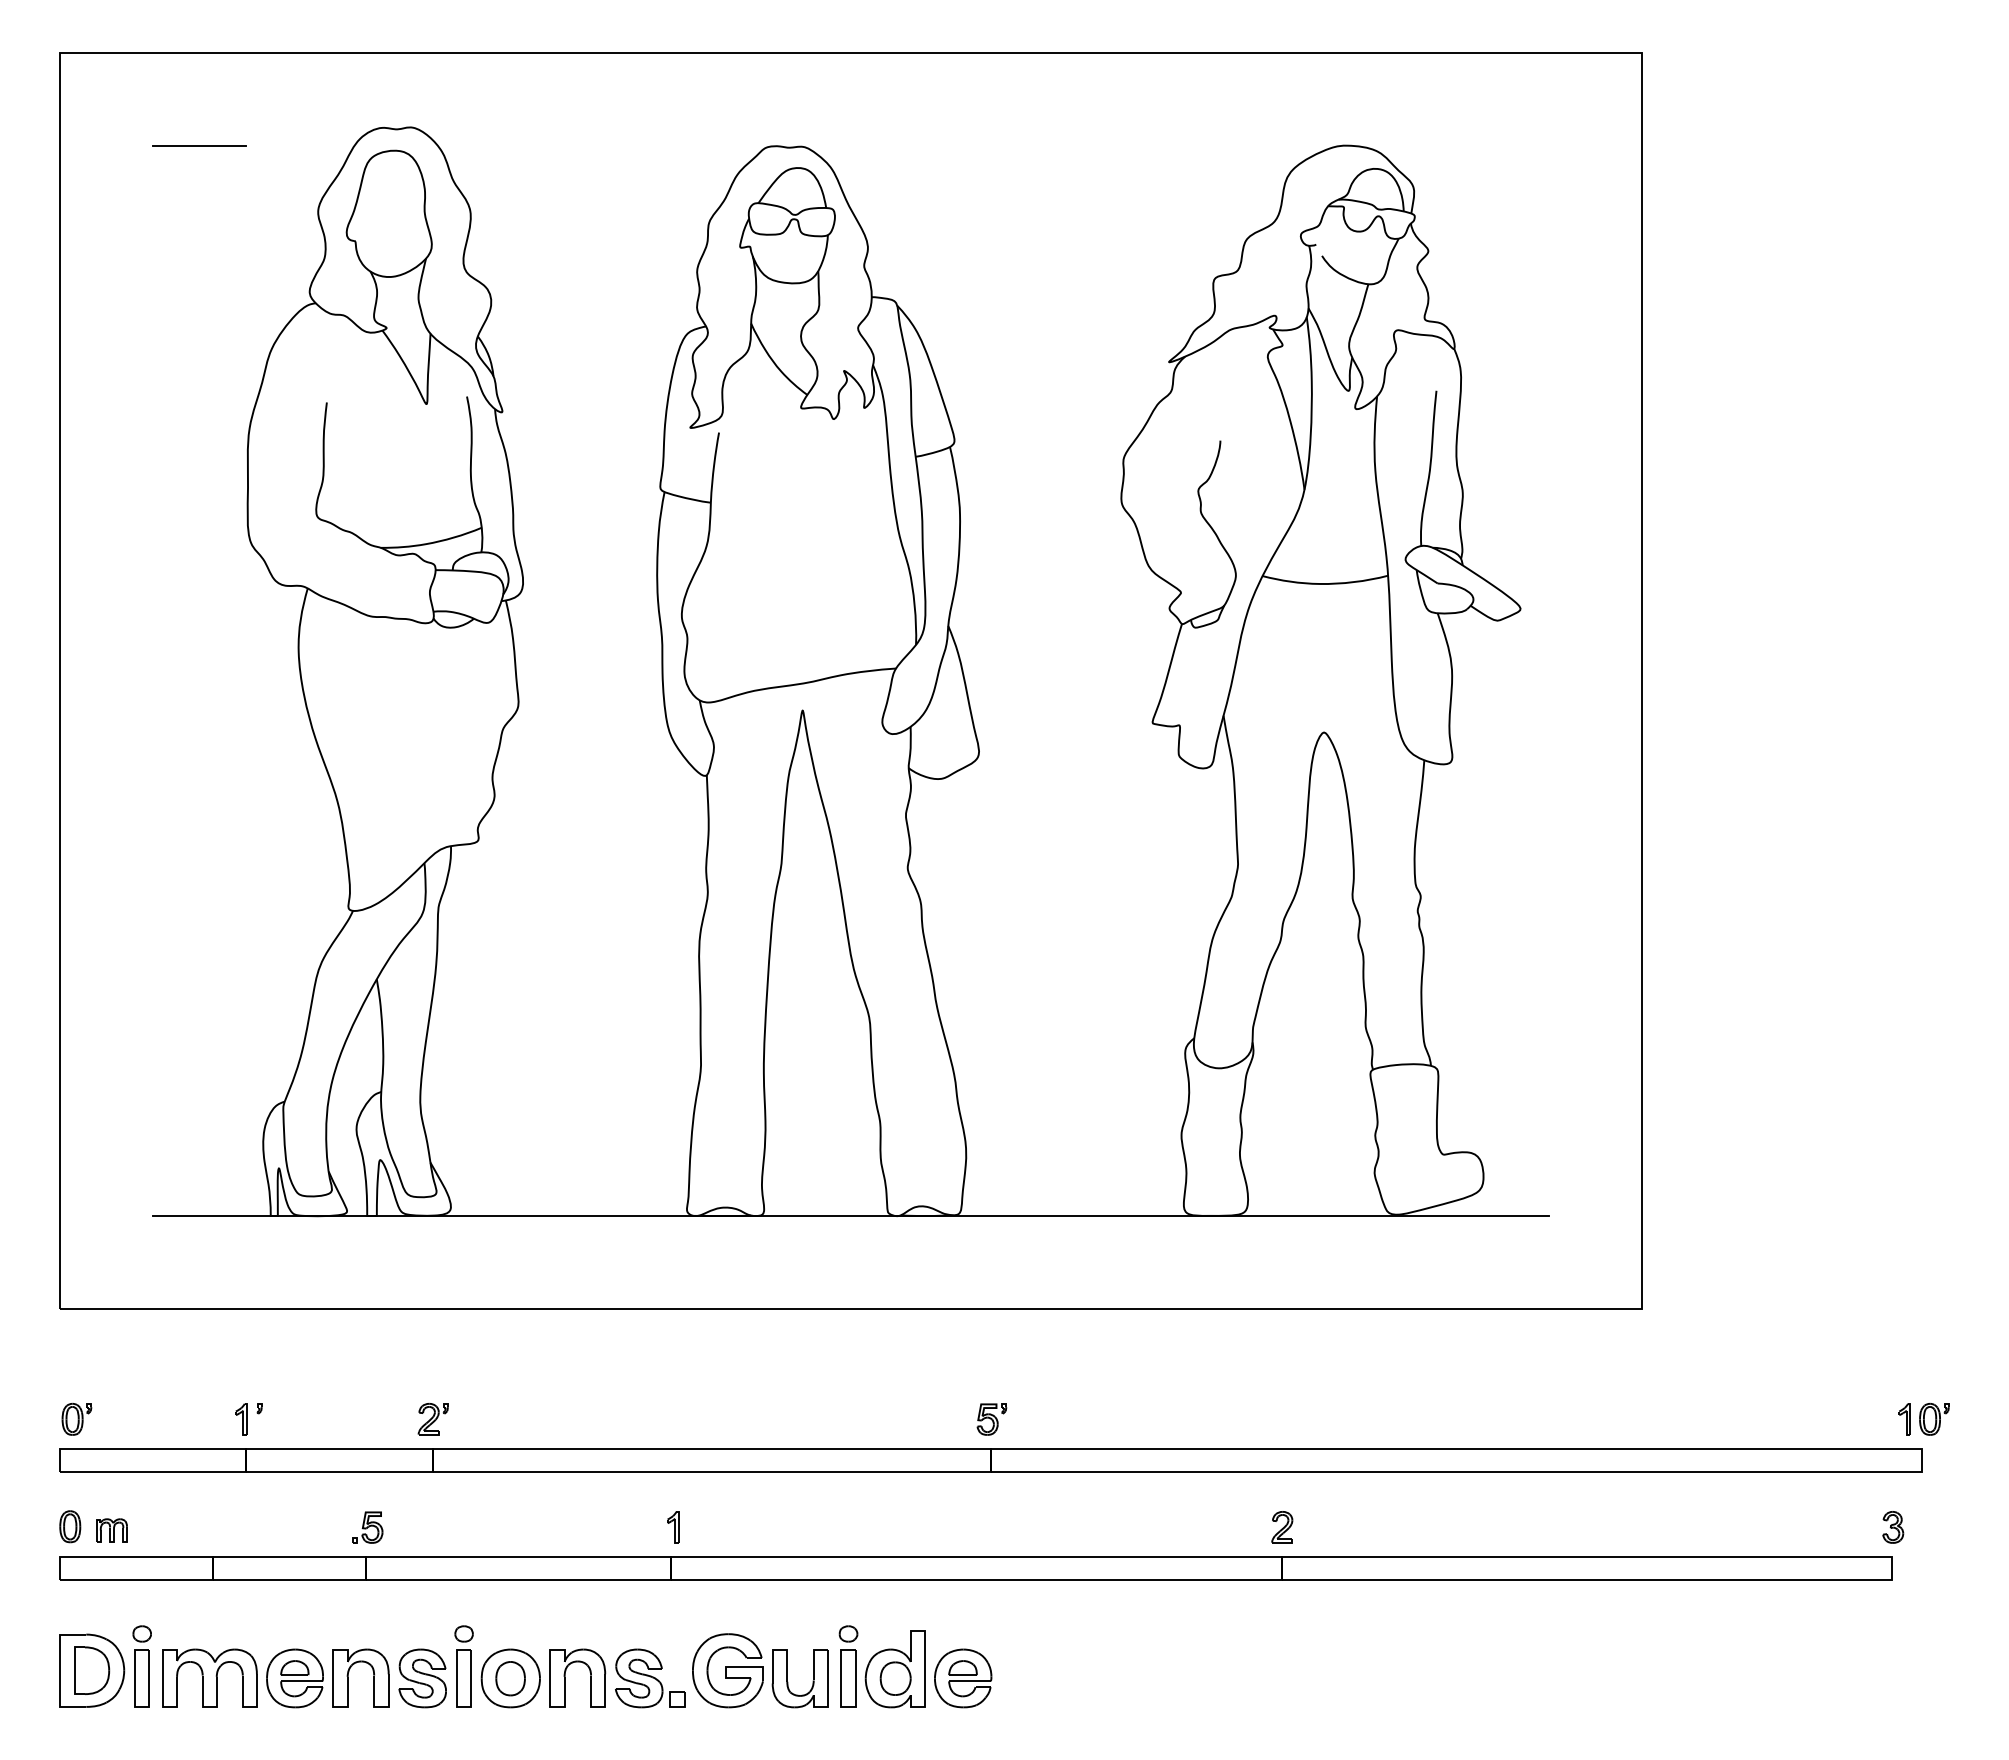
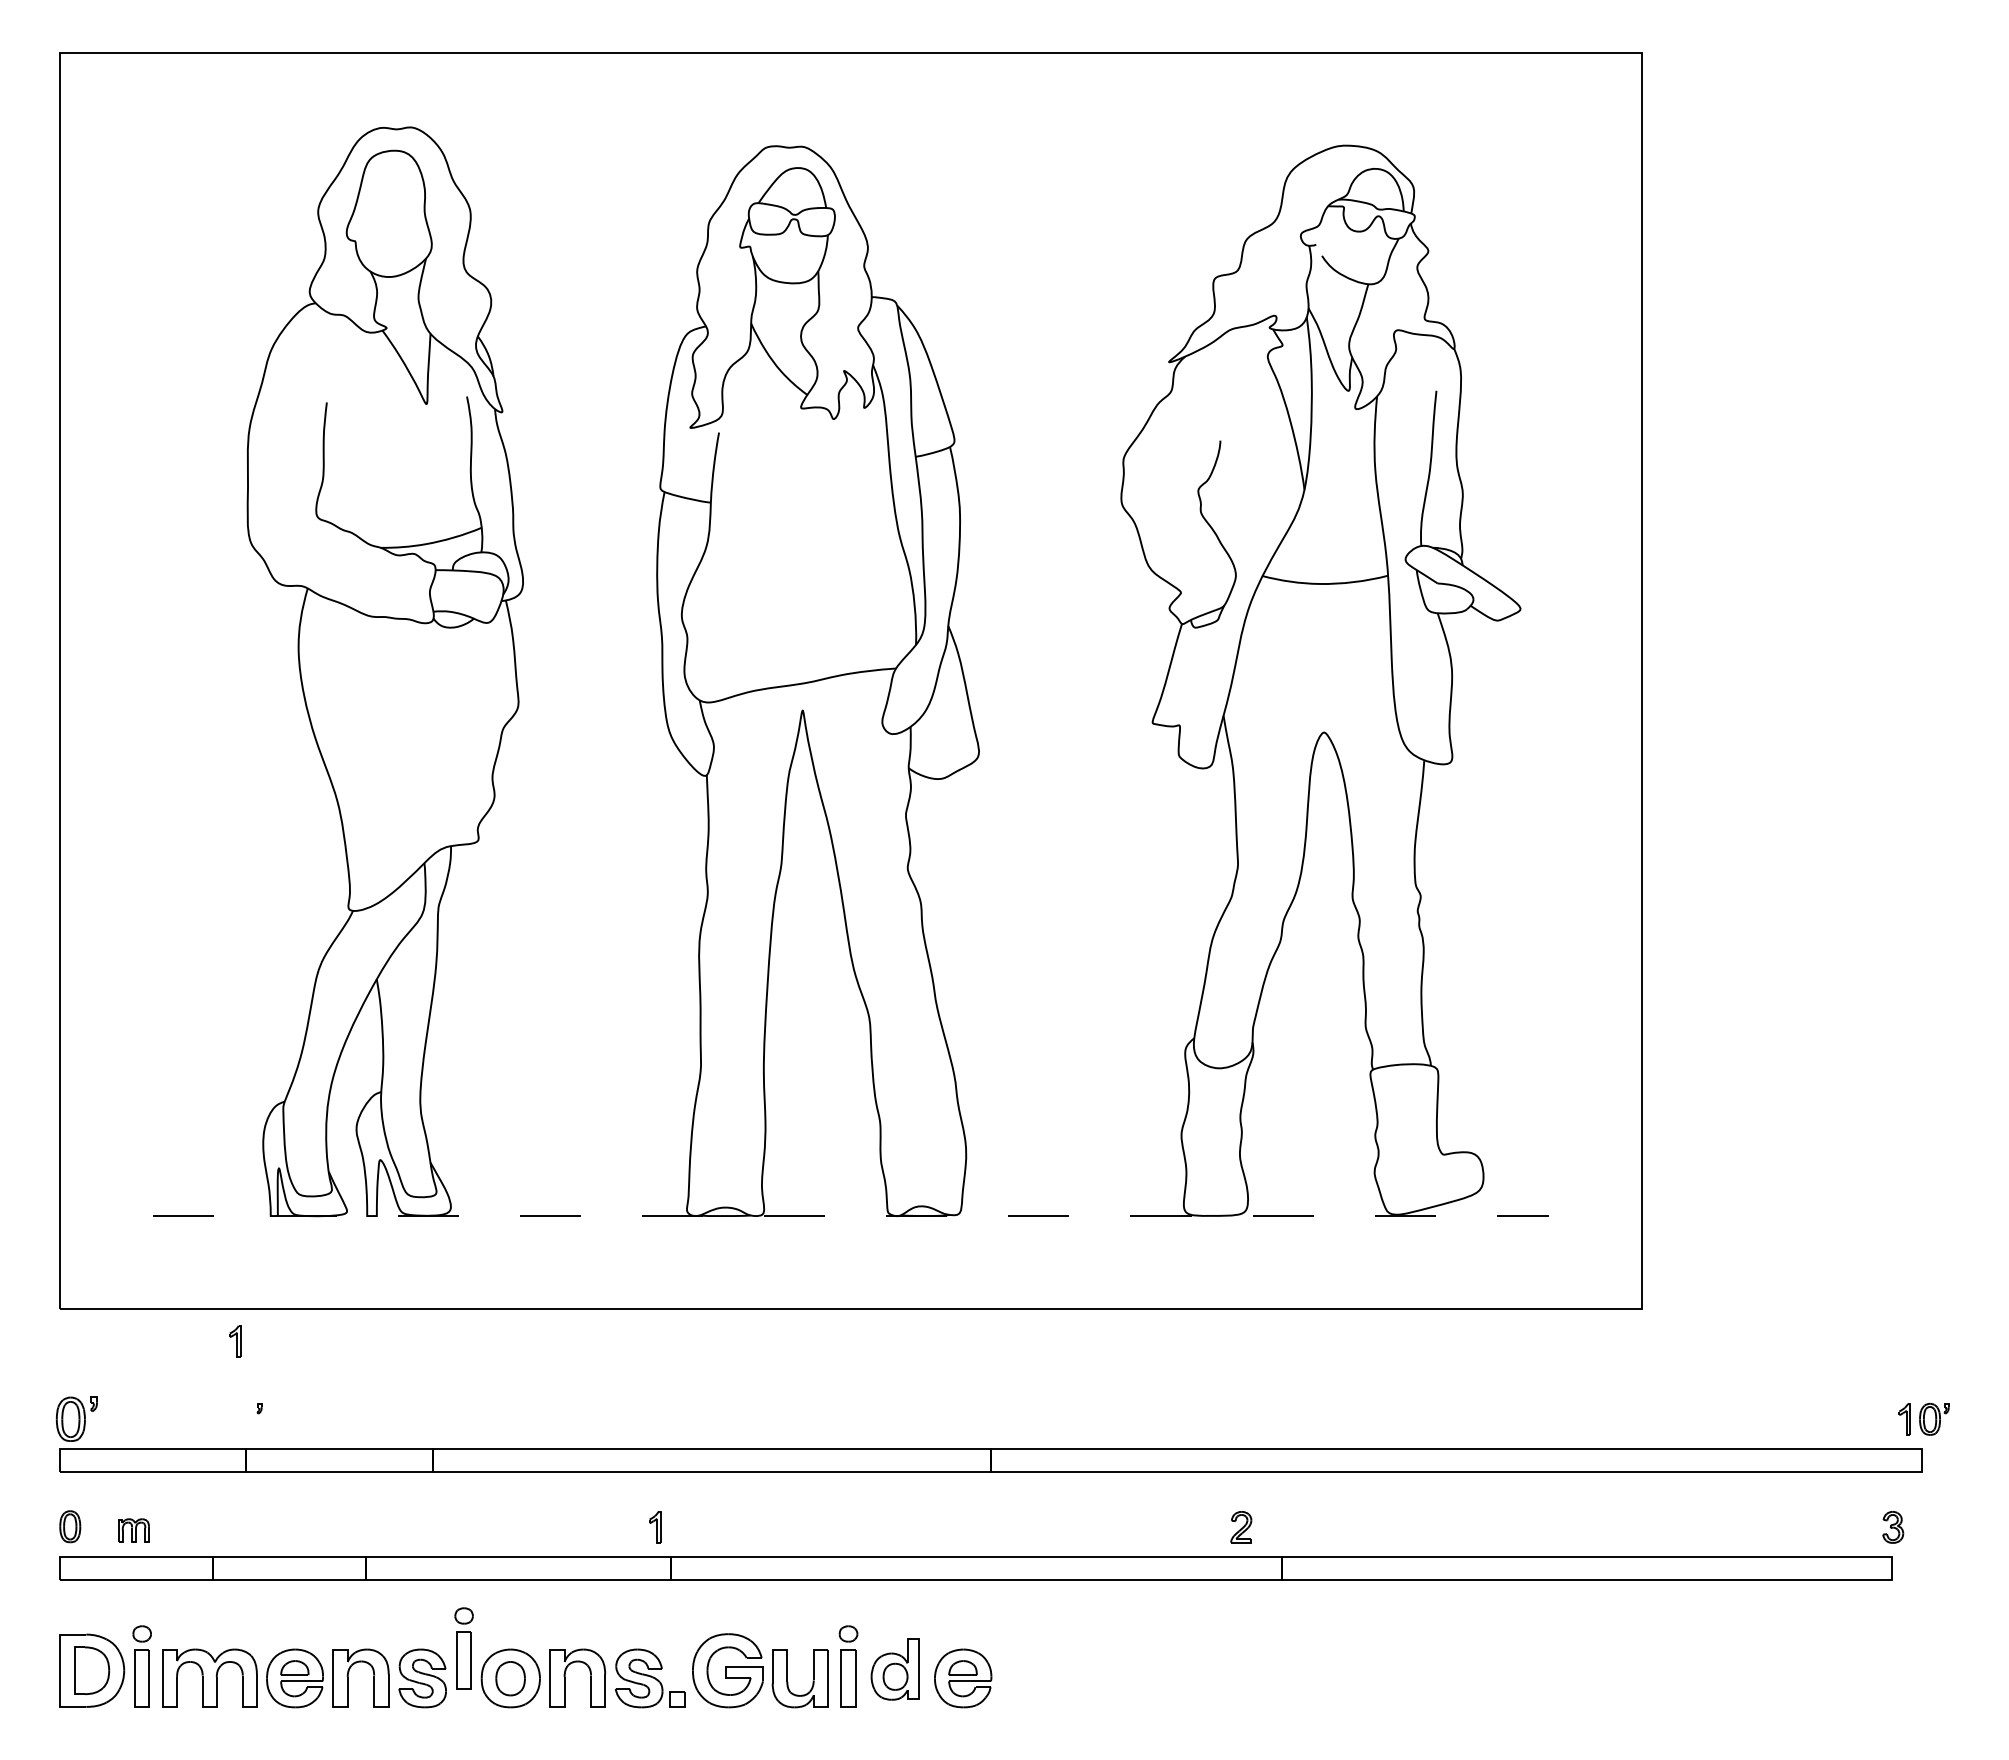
line at (199, 145): present -> none
line at (851, 1216): solid -> dashed
part at (76, 1419) size: 32x33 px -> 43x46 px
part at (241, 1419) position: (241, 1419) -> (235, 1341)
part at (432, 1419): present -> none
part at (991, 1419): present -> none
part at (367, 1527): present -> none
part at (673, 1527) position: (673, 1527) -> (655, 1527)
part at (1282, 1527) position: (1282, 1527) -> (1241, 1527)
part at (111, 1530) position: (111, 1530) -> (133, 1530)
part at (463, 1666) position: (463, 1666) -> (463, 1648)
part at (894, 1669) size: 62x79 px -> 50x63 px
